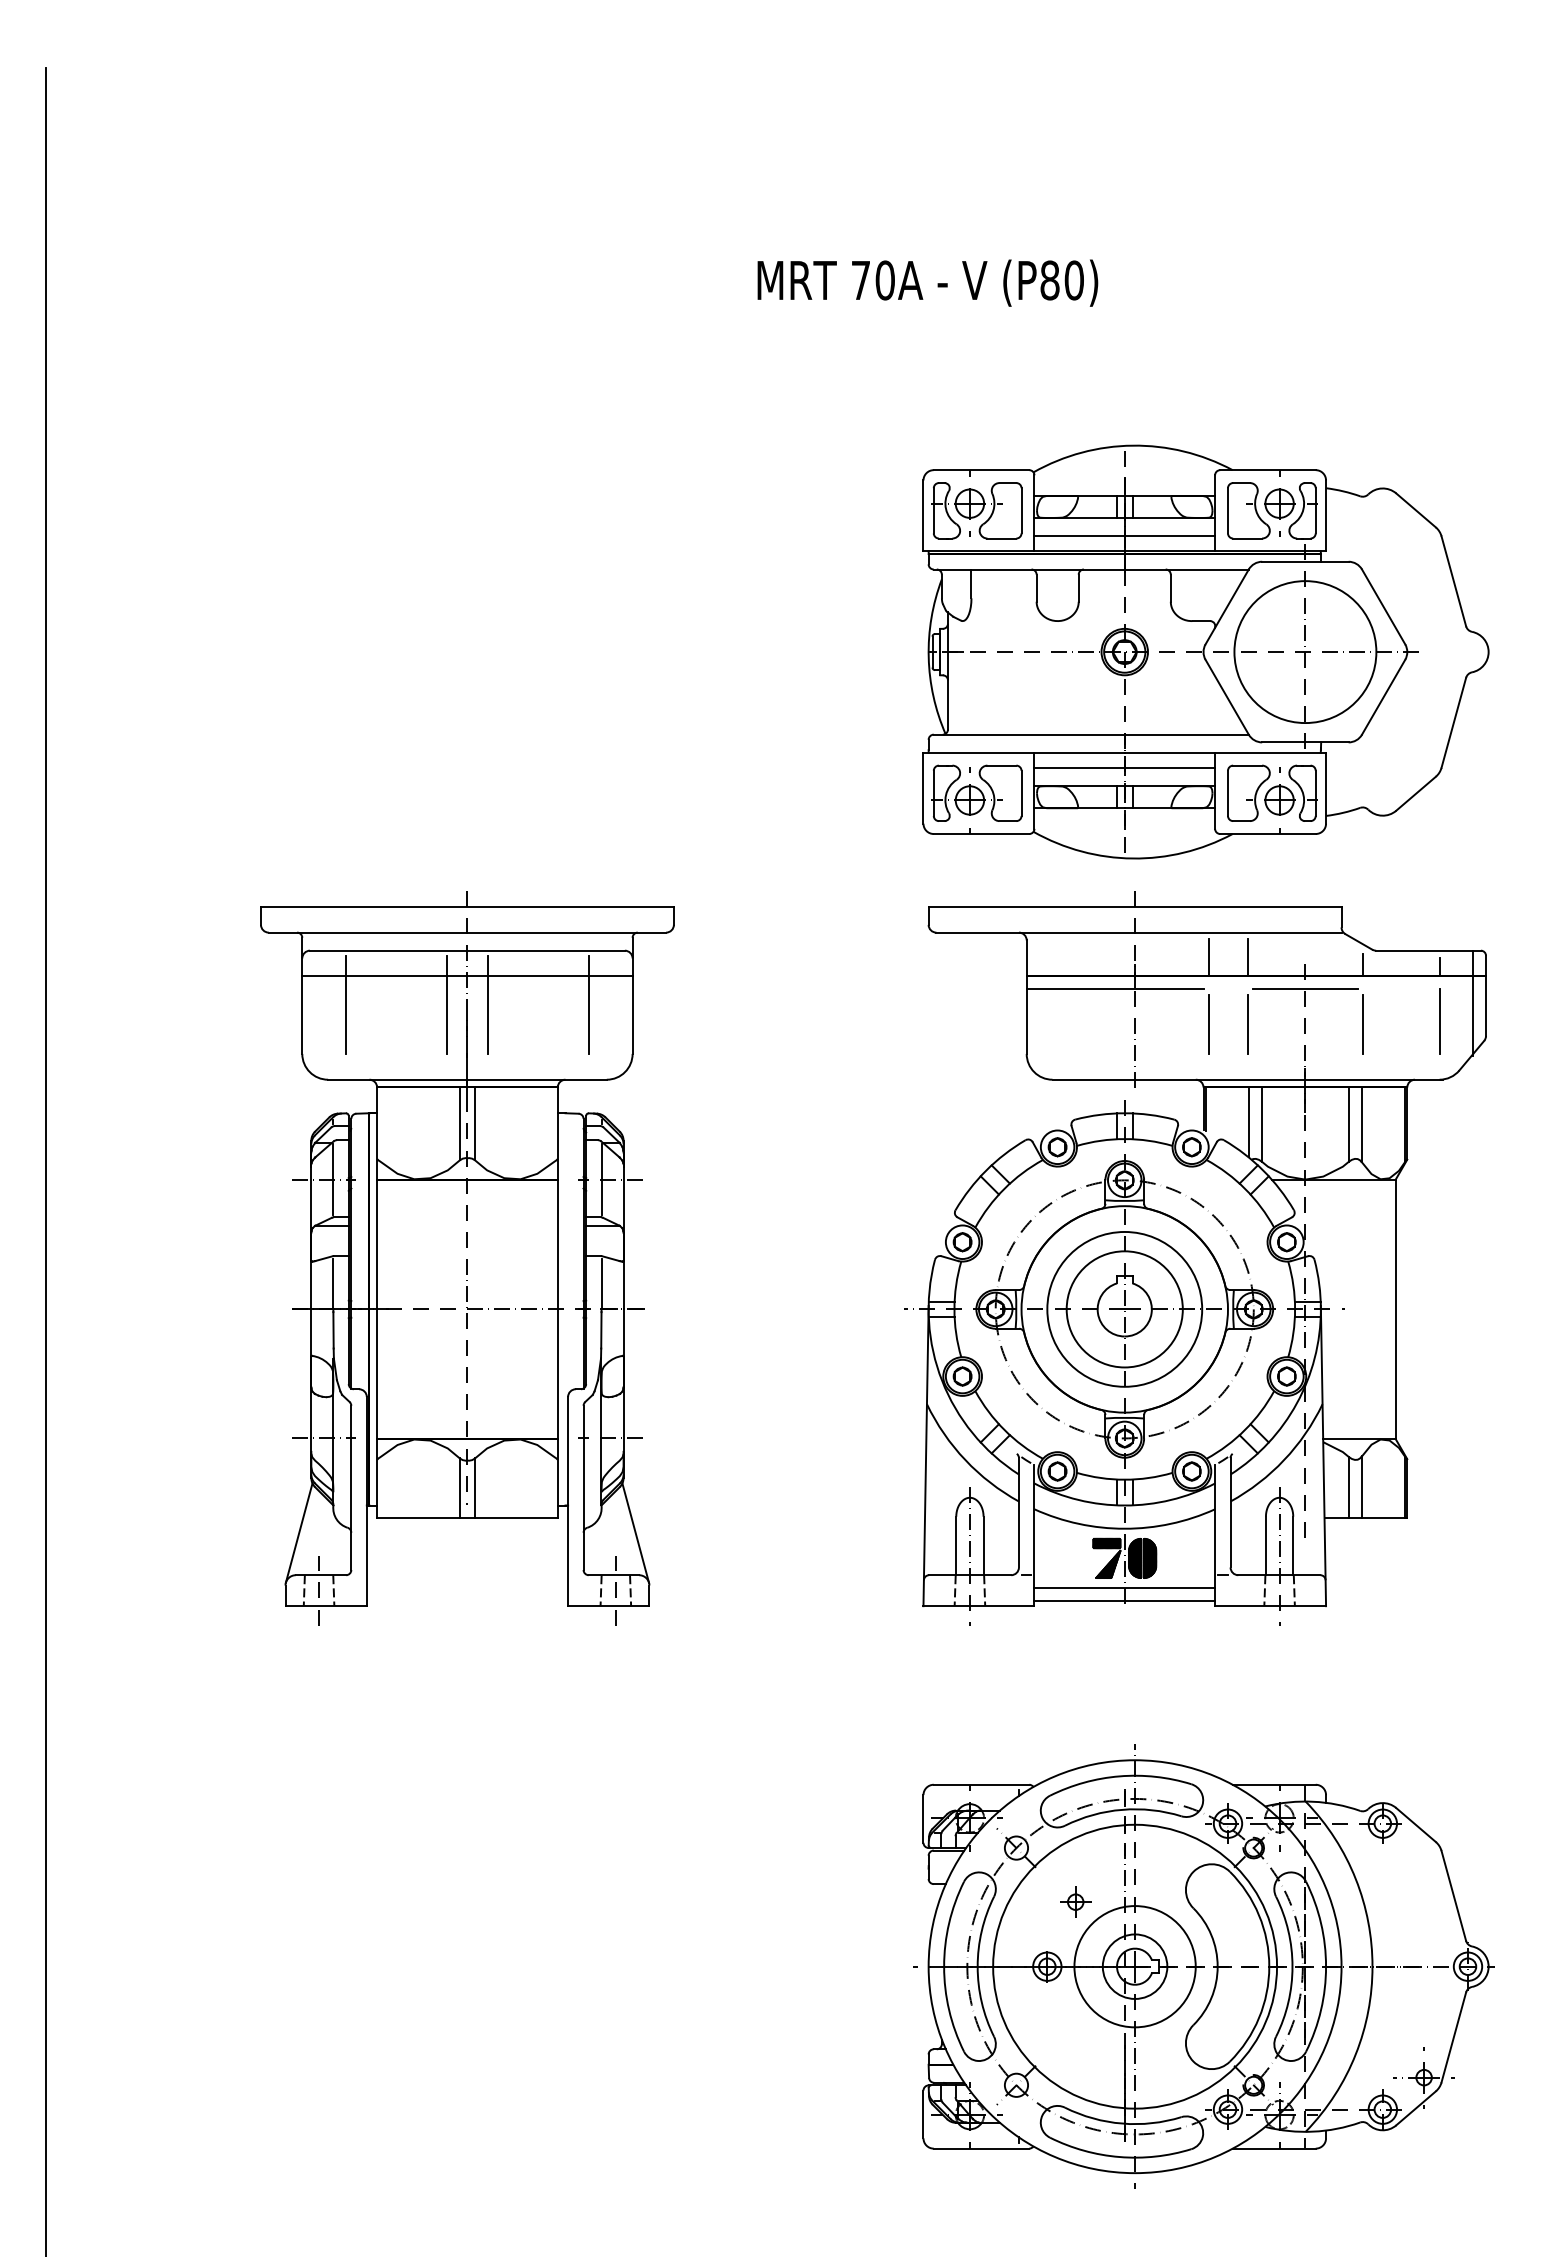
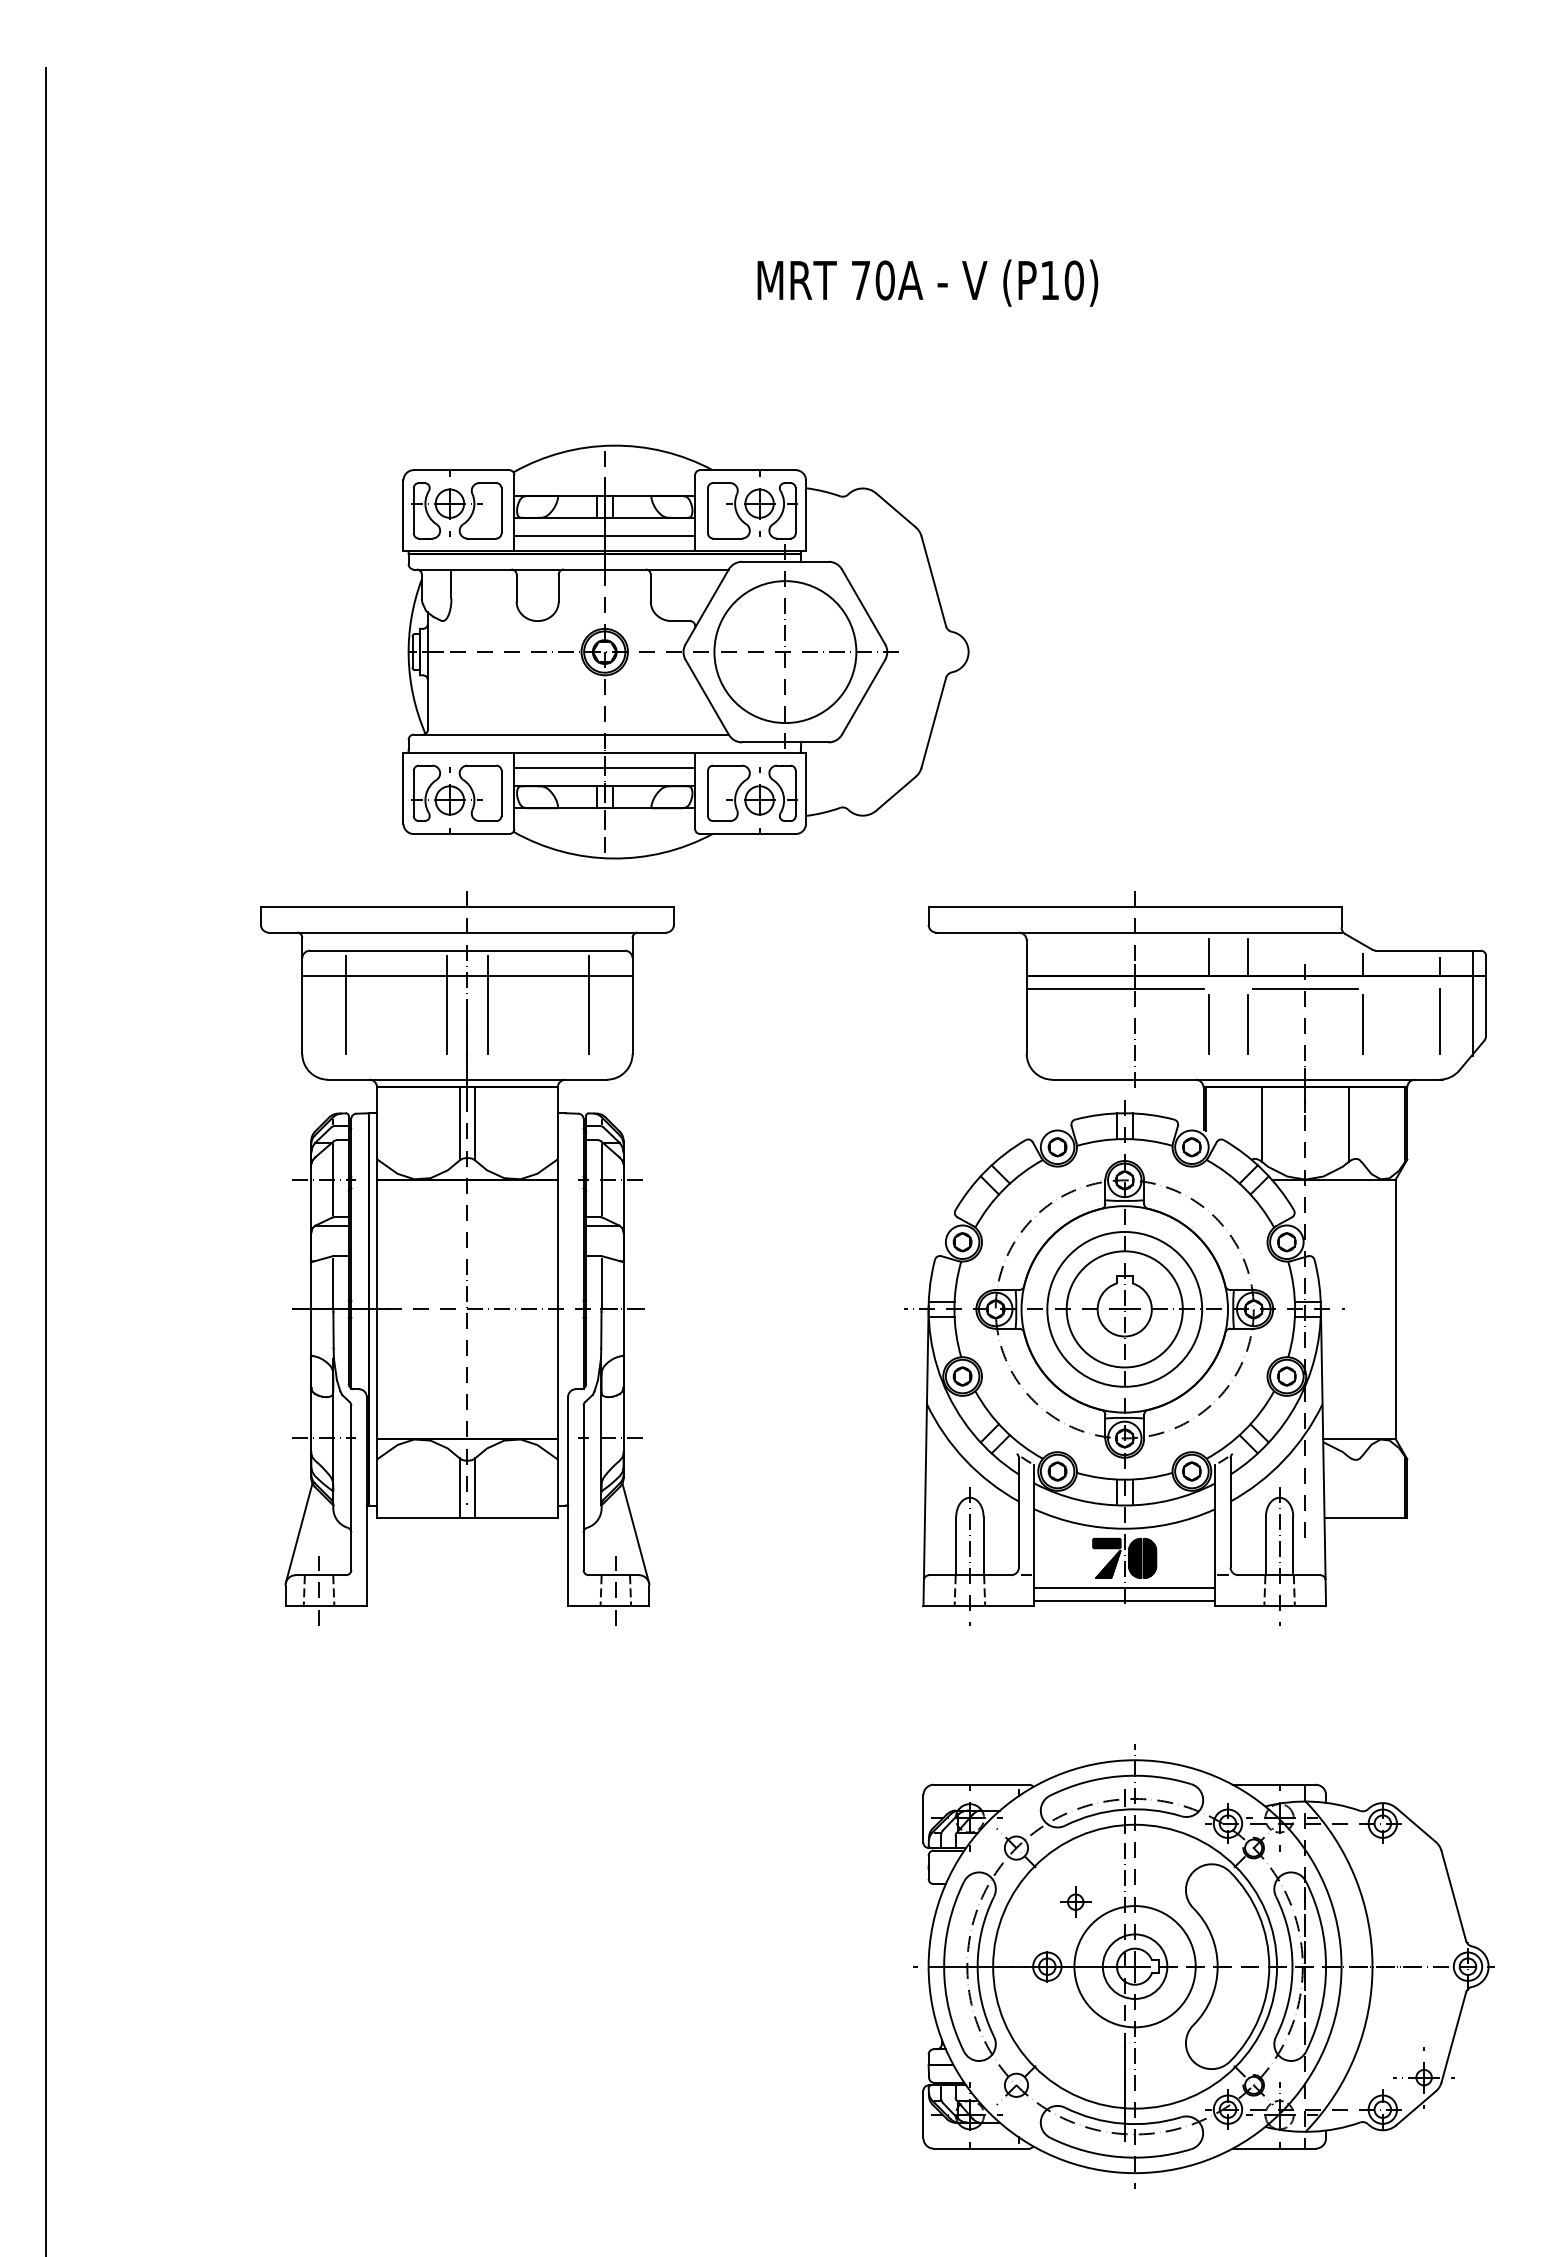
text at (1049, 280): (P80) -> (P10)
part at (1205, 651) position: (1205, 651) -> (685, 651)
line at (1248, 1122): present -> none
line at (1362, 1124): present -> none
line at (1348, 1487): present -> none
line at (1362, 1487): present -> none
